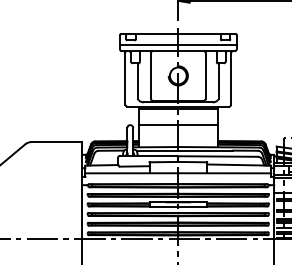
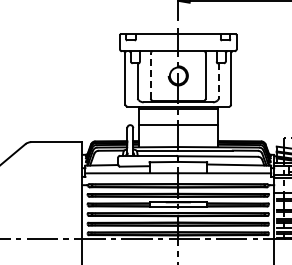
line at (178, 45): present -> none
line at (150, 75): solid -> dashed
line at (219, 81): solid -> dashed
